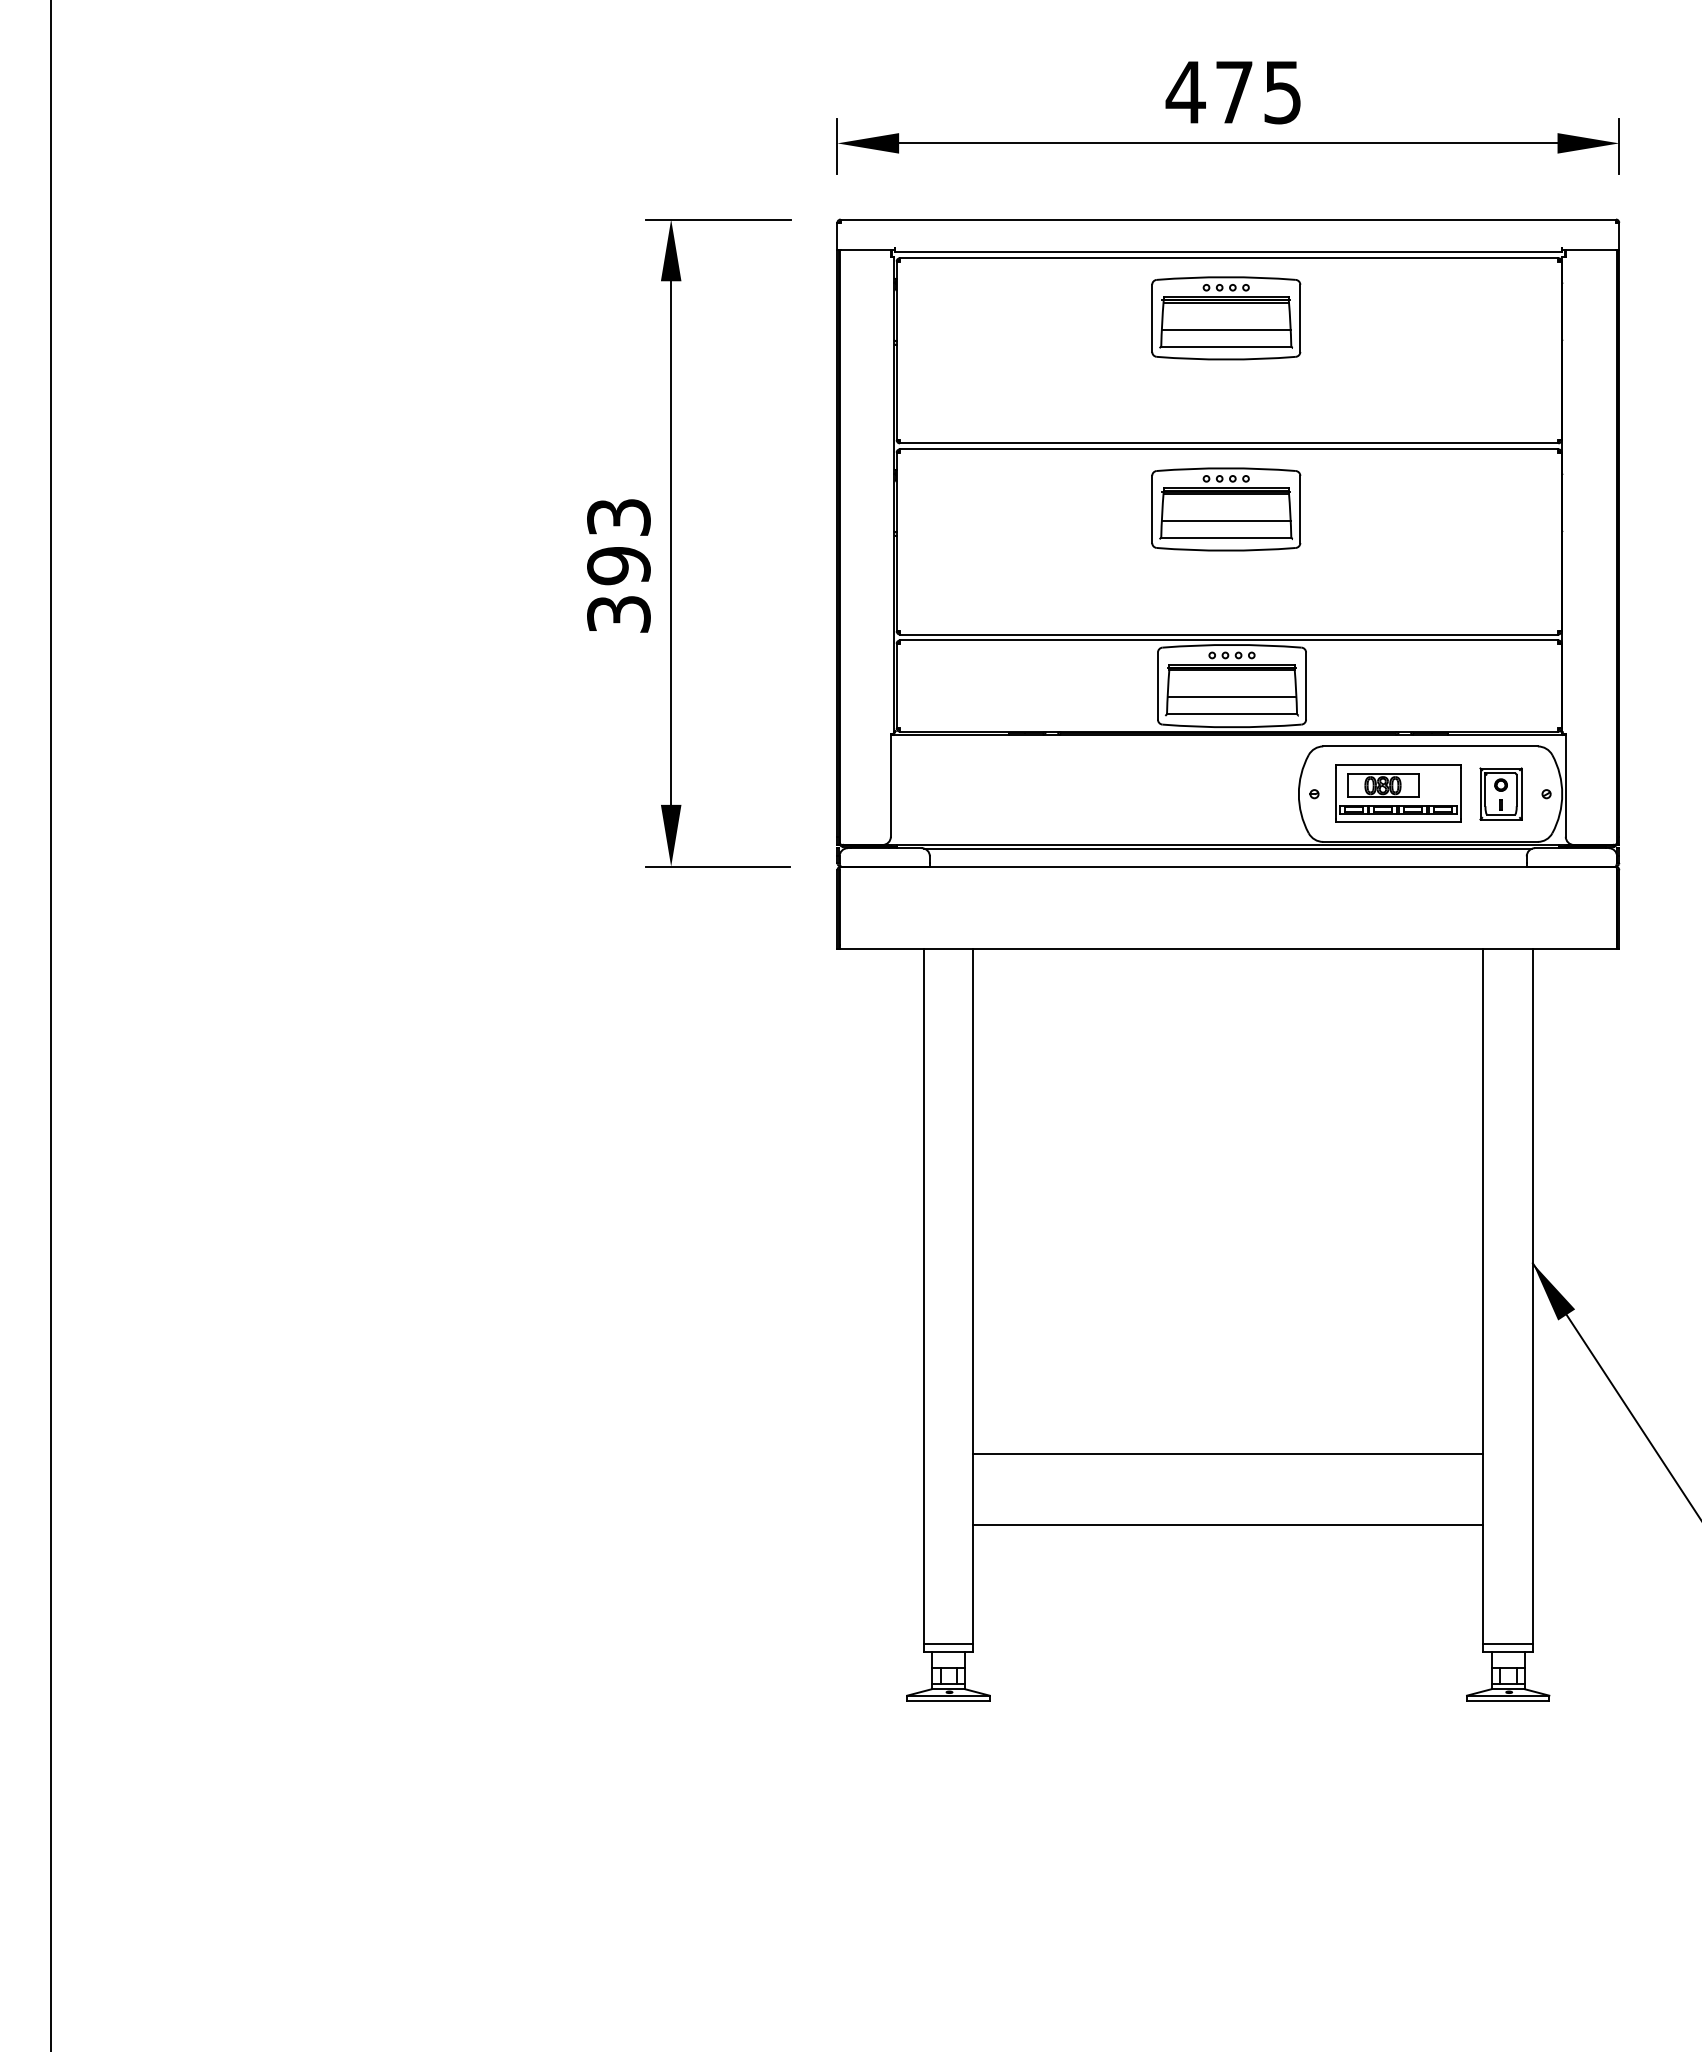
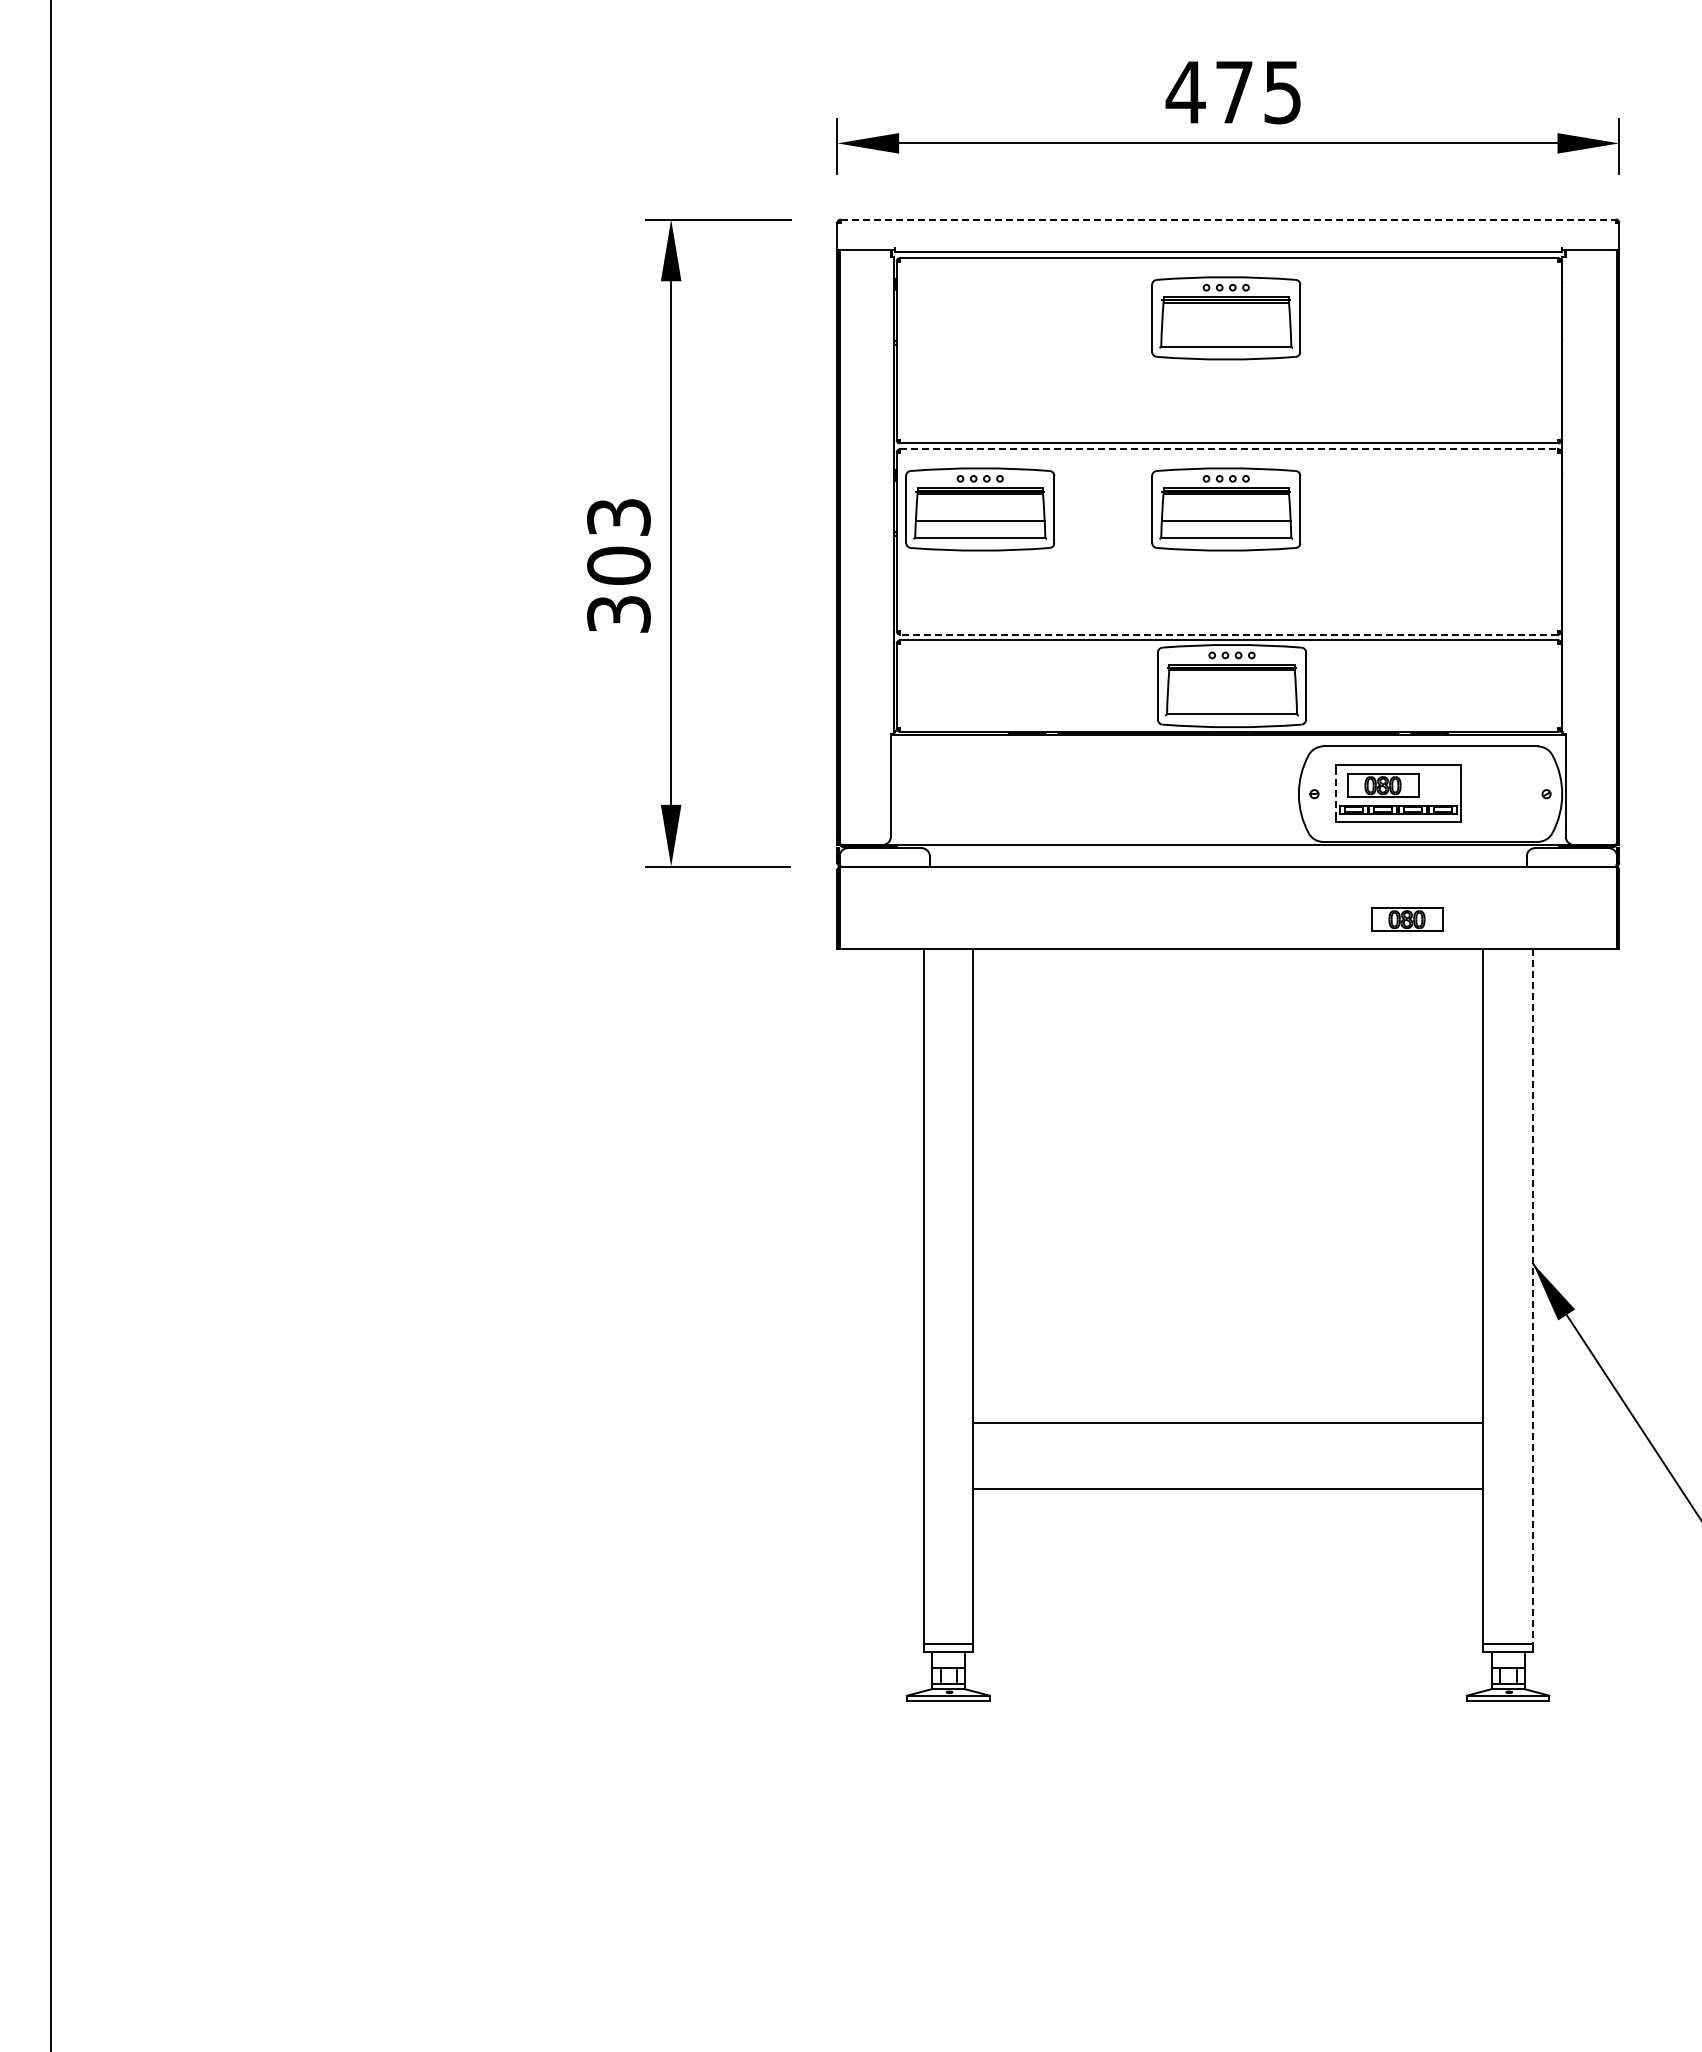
line at (1228, 219): solid -> dashed
line at (1225, 329): present -> none
line at (1229, 449): solid -> dashed
part at (980, 509): none -> present
text at (618, 565): 393 -> 303
line at (1228, 634): solid -> dashed
line at (1231, 697): present -> none
line at (1335, 793): solid -> dashed
part at (1500, 793): present -> none
line at (1228, 848): present -> none
part at (1407, 919): none -> present
line at (1532, 1296): solid -> dashed
line at (1228, 1454) position: (1228, 1454) -> (1228, 1423)
line at (1228, 1525) position: (1228, 1525) -> (1228, 1489)
